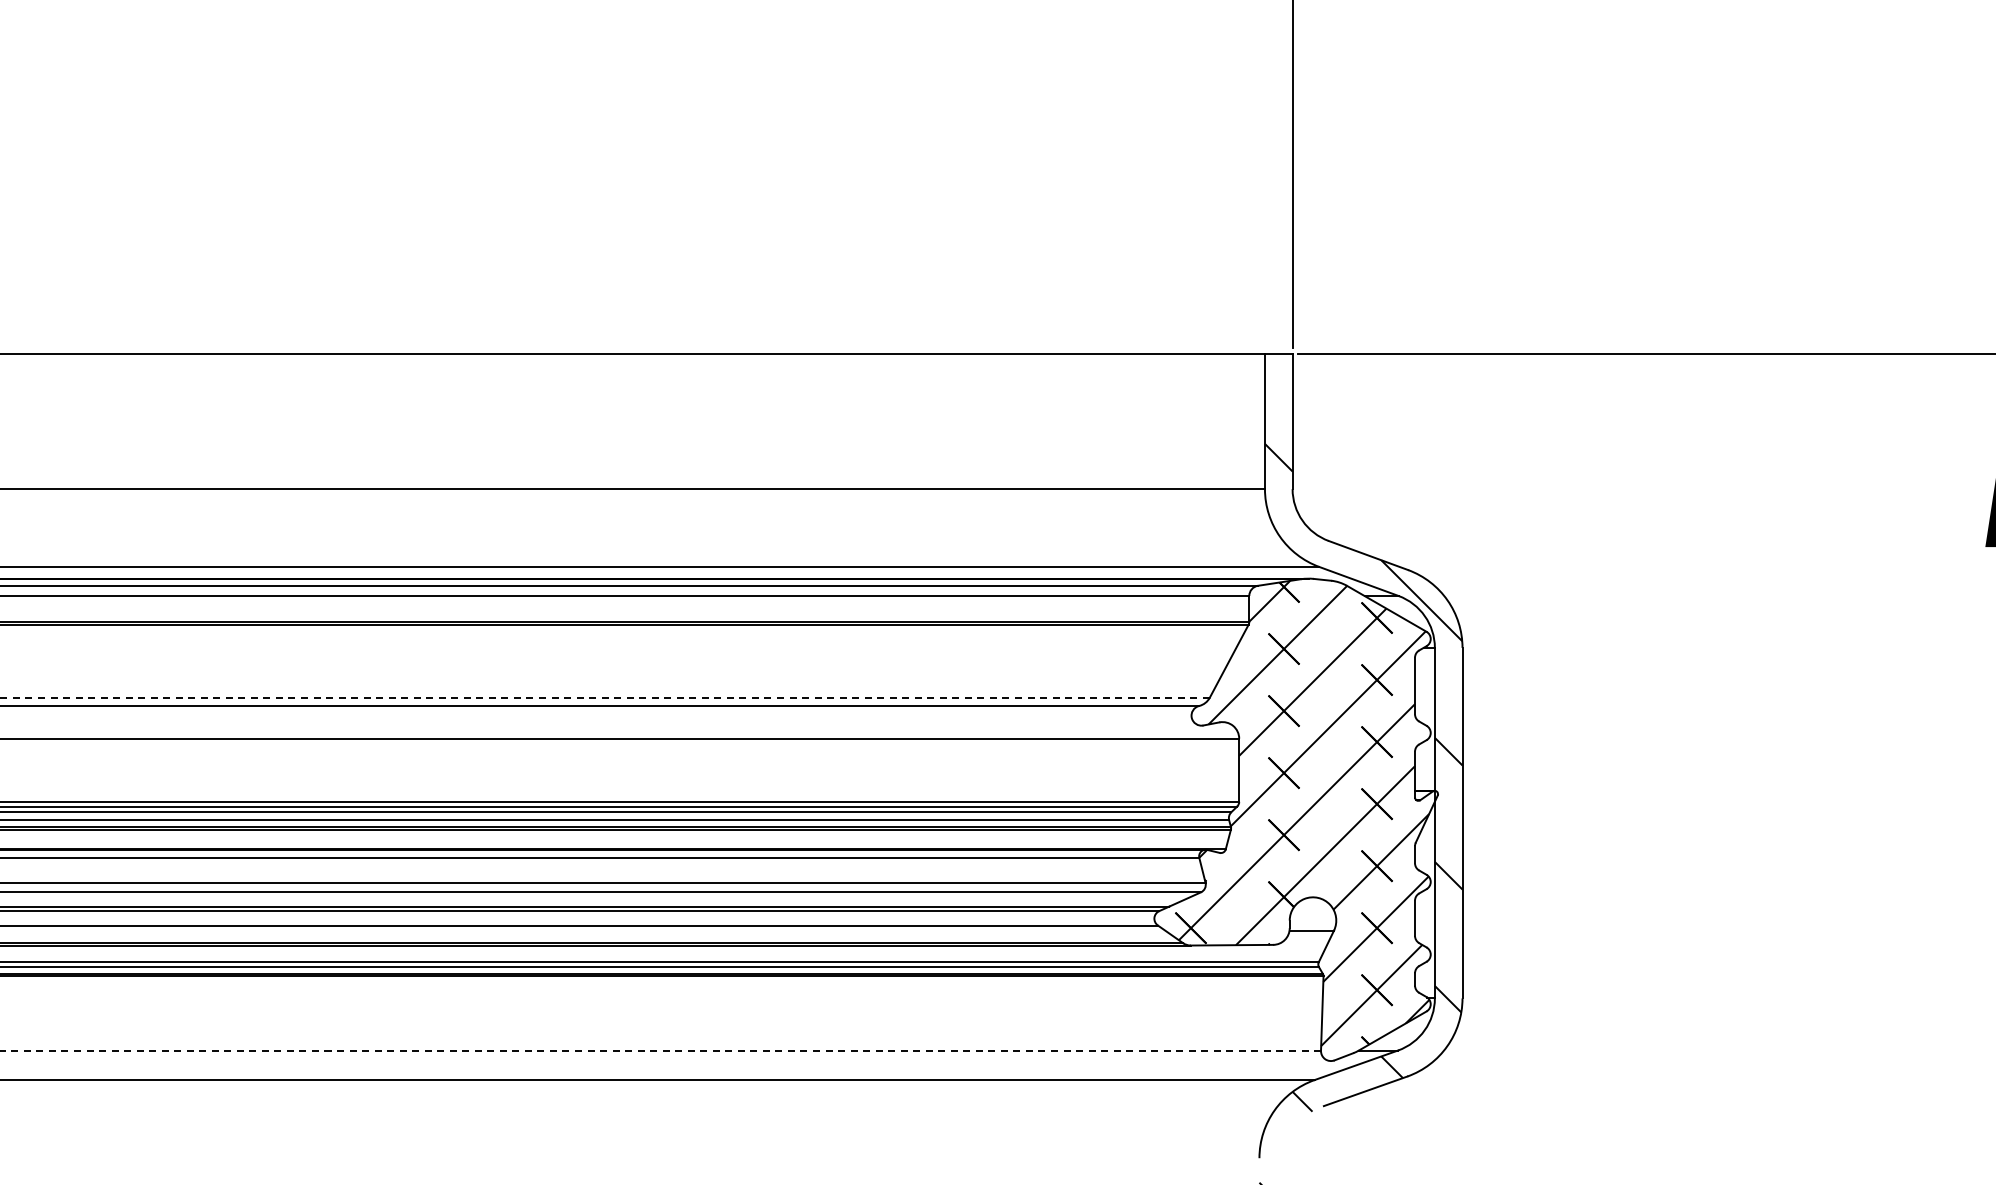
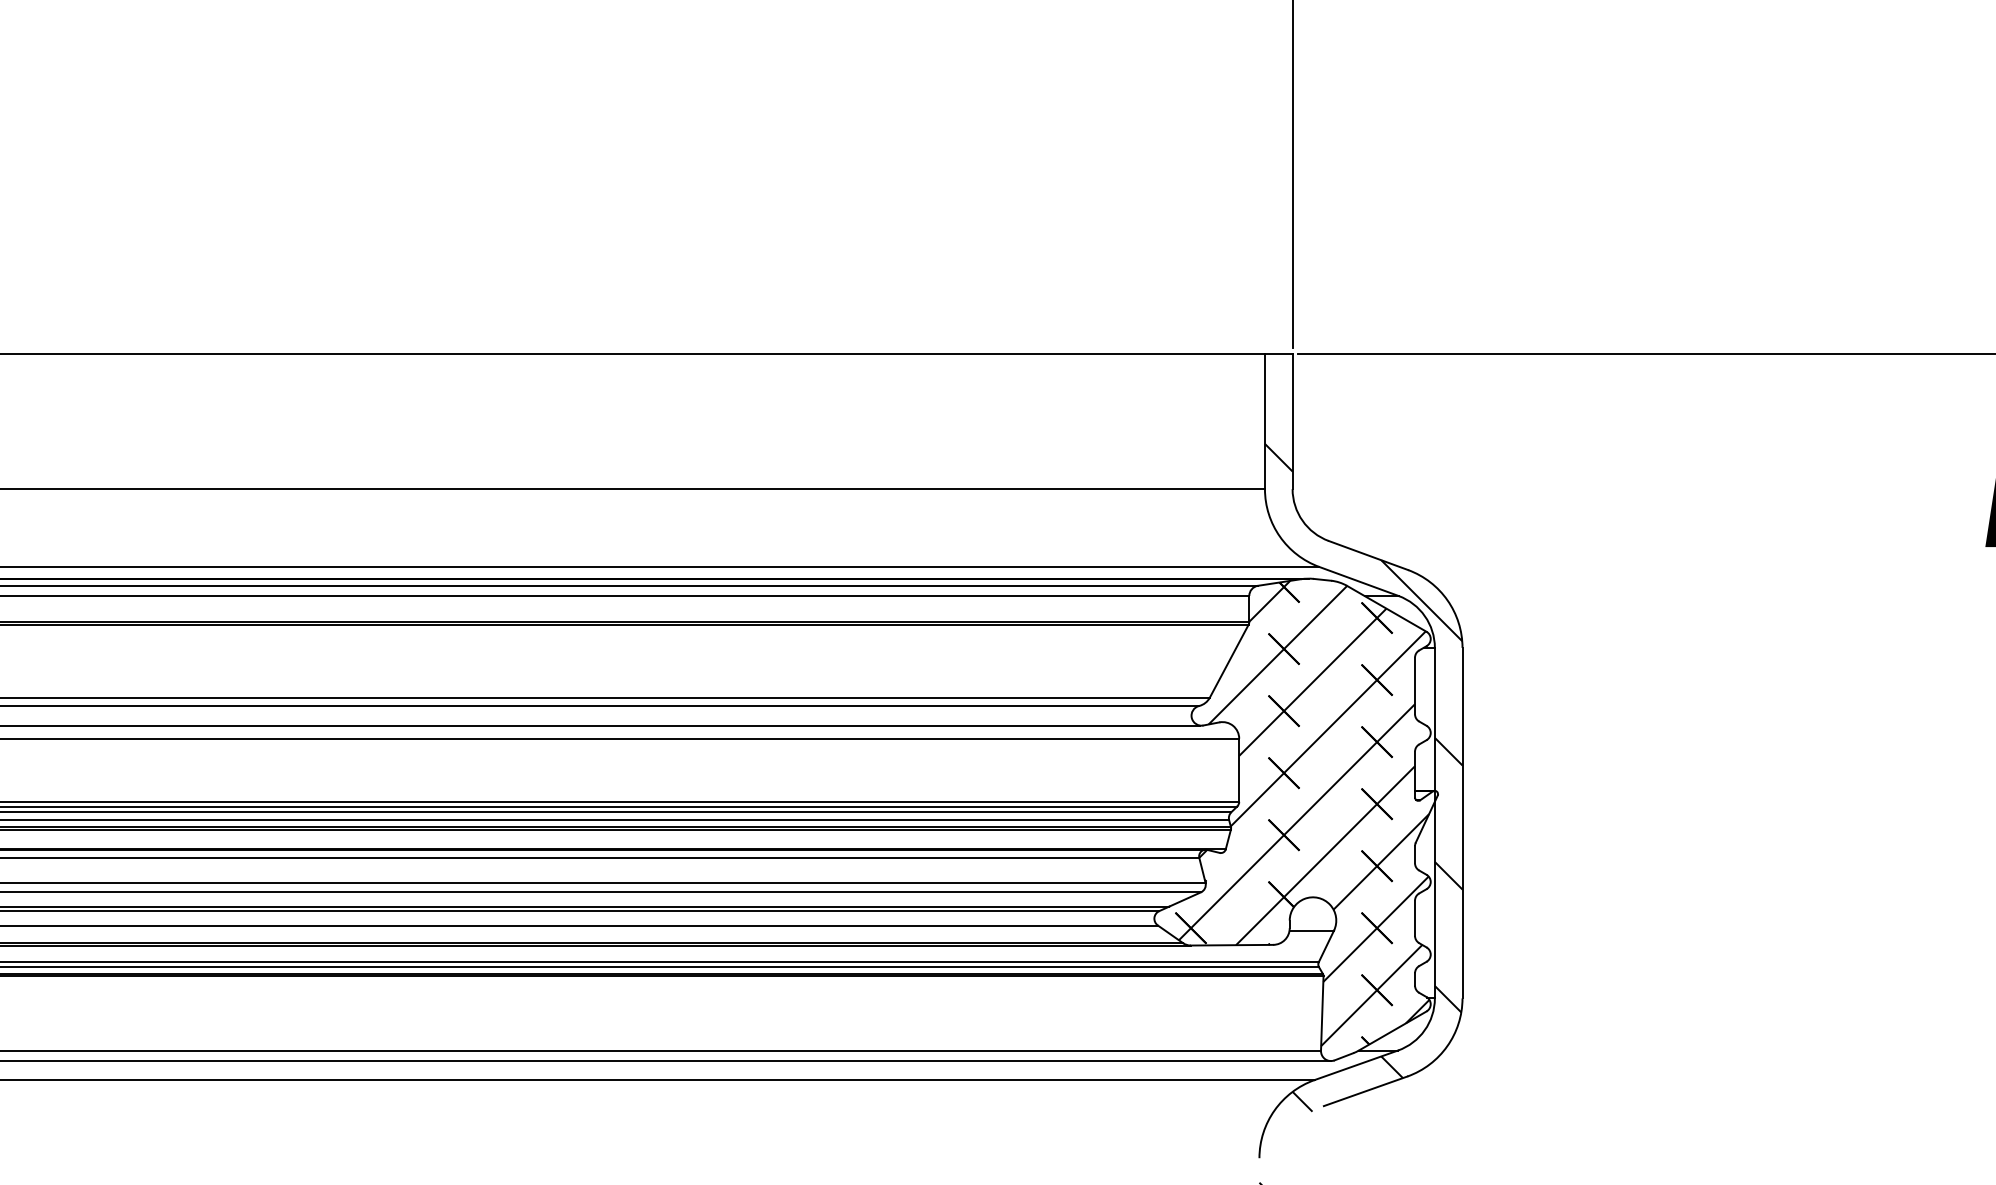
line at (604, 697): dashed -> solid
line at (600, 725): none -> present
line at (660, 1050): dashed -> solid
line at (666, 1061): none -> present
